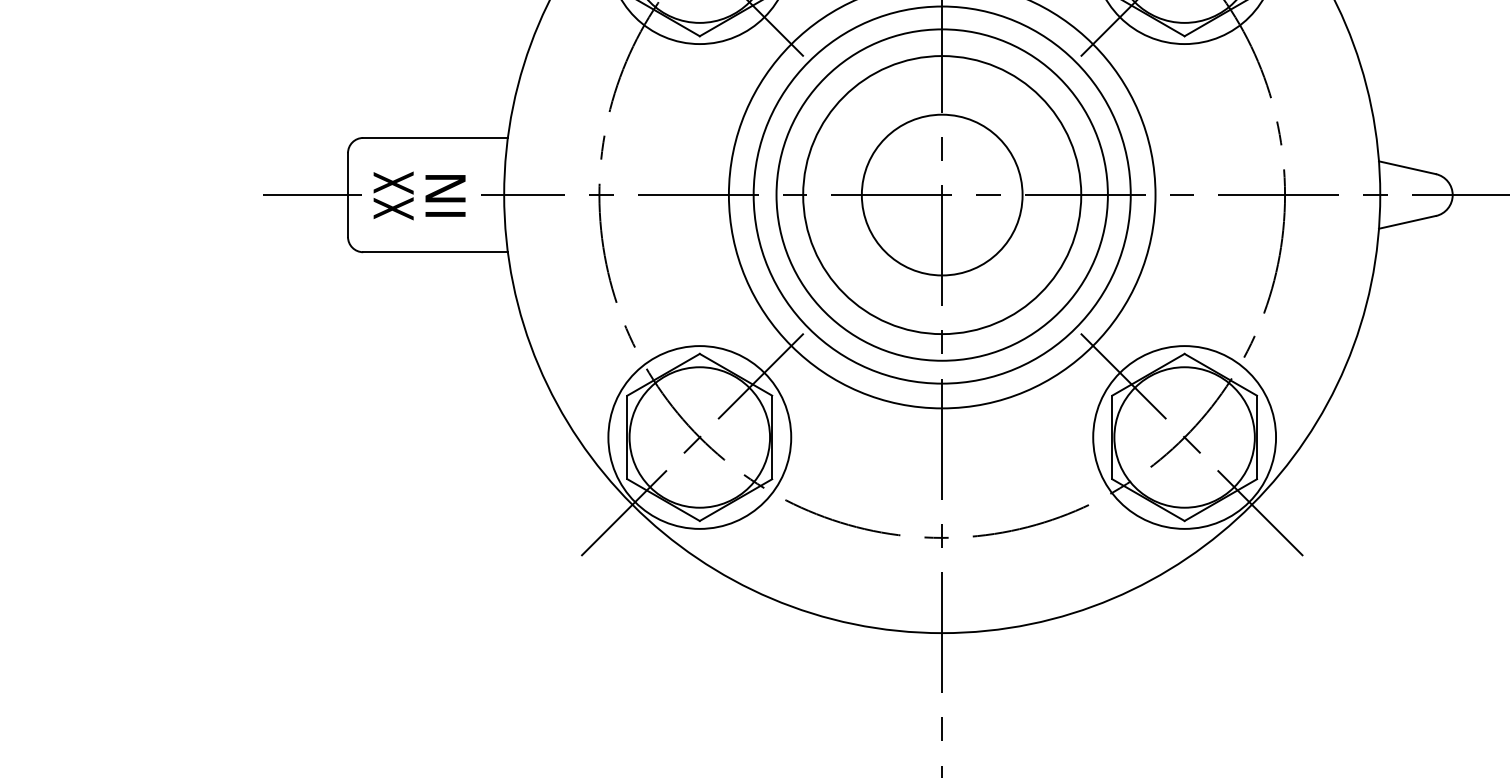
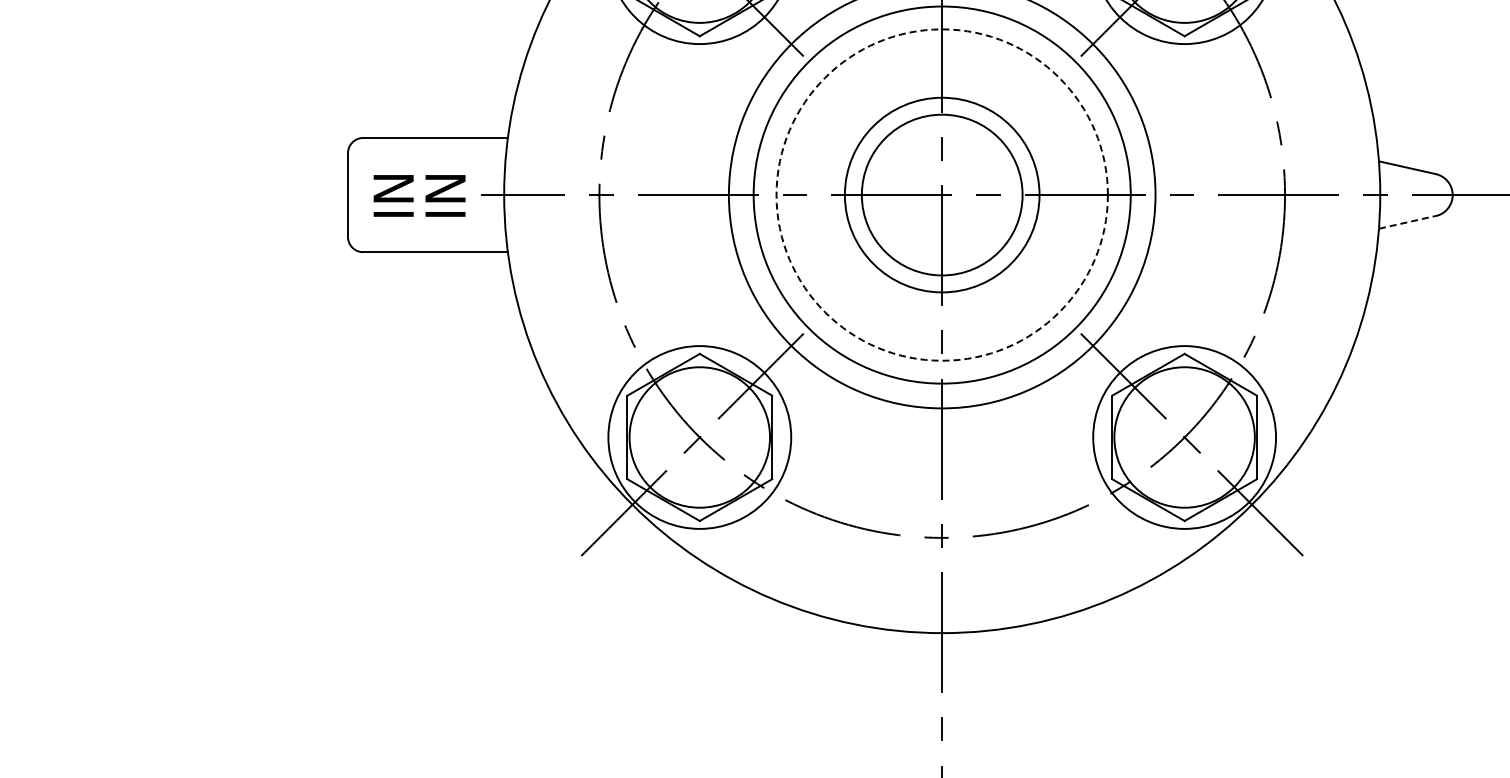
circle at (941, 194): solid -> dashed
line at (312, 195): present -> none
text at (393, 195): XX -> IN
circle at (942, 195) diameter: 278 px -> 195 px
line at (1407, 222): solid -> dashed
